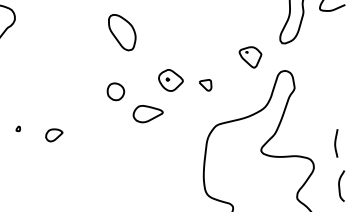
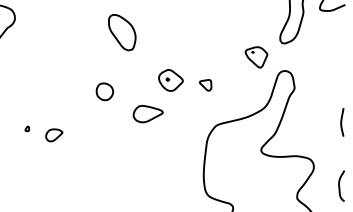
part at (250, 57) position: (250, 57) -> (256, 57)
part at (115, 91) position: (115, 91) -> (104, 91)
part at (17, 128) position: (17, 128) -> (26, 128)
curve at (336, 143) position: (336, 143) -> (342, 122)
